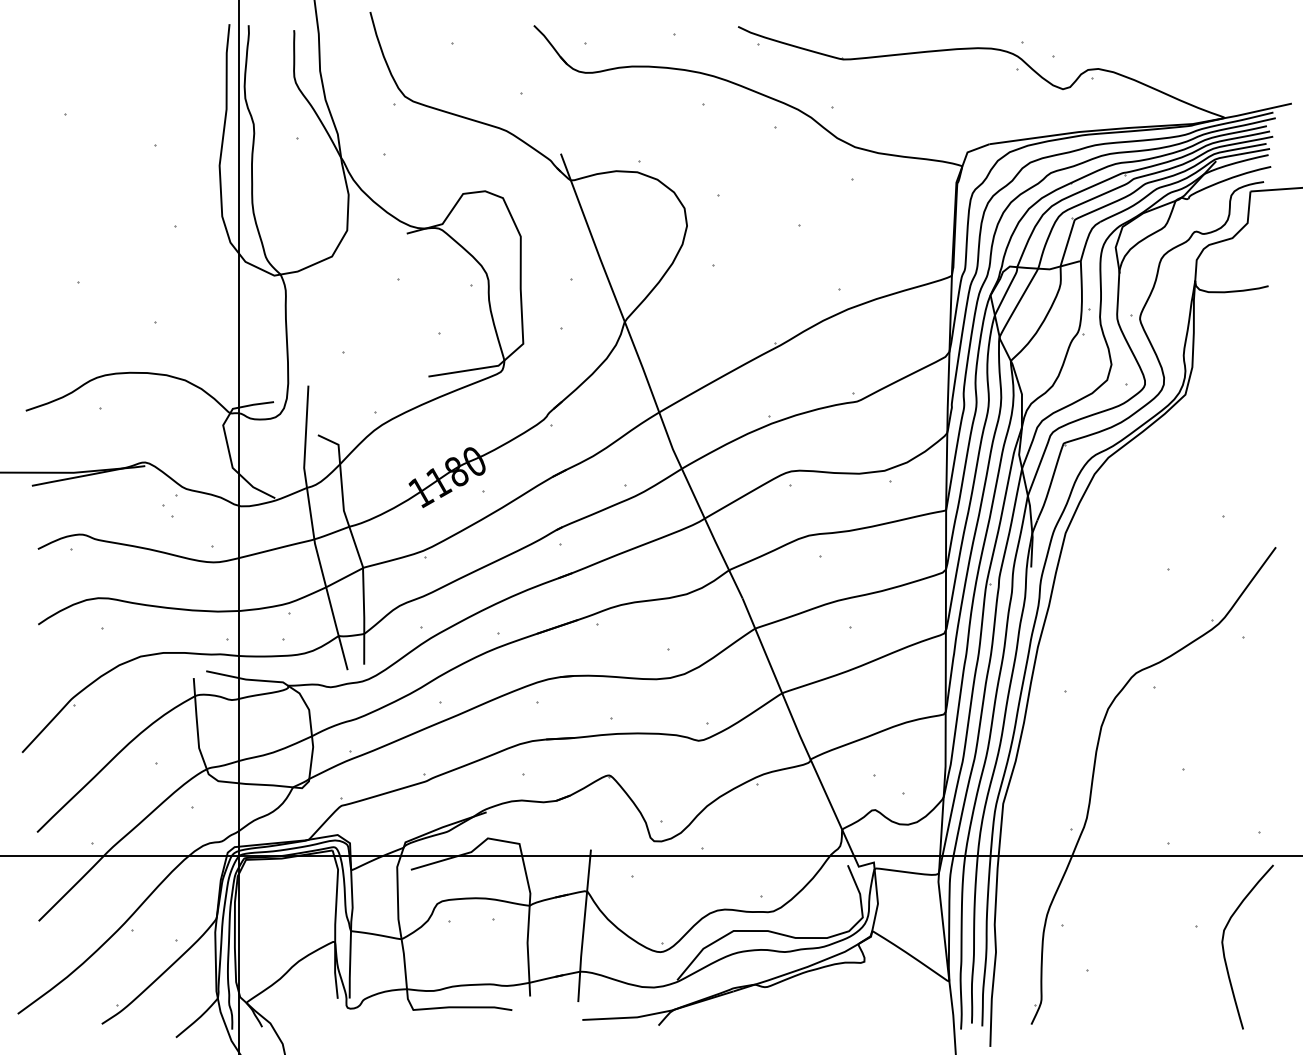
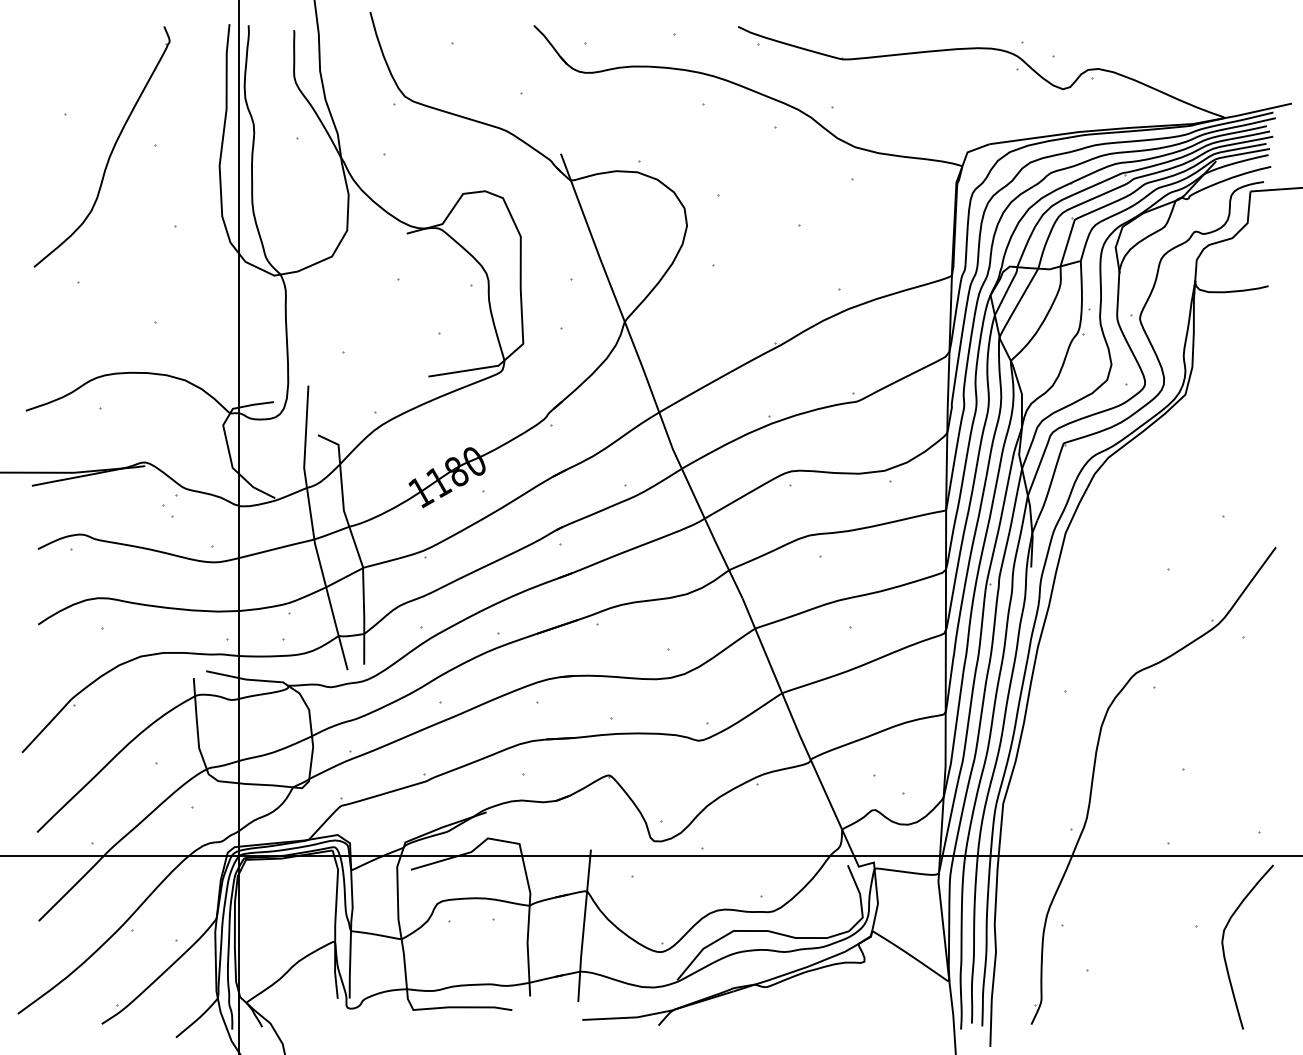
part at (111, 150): none -> present
